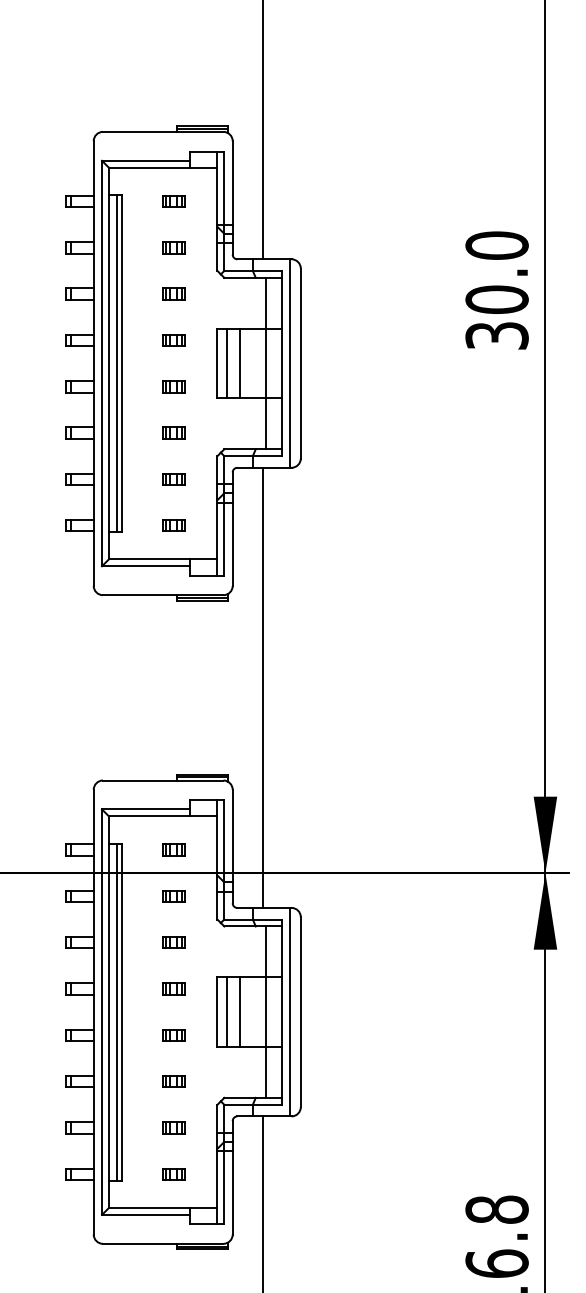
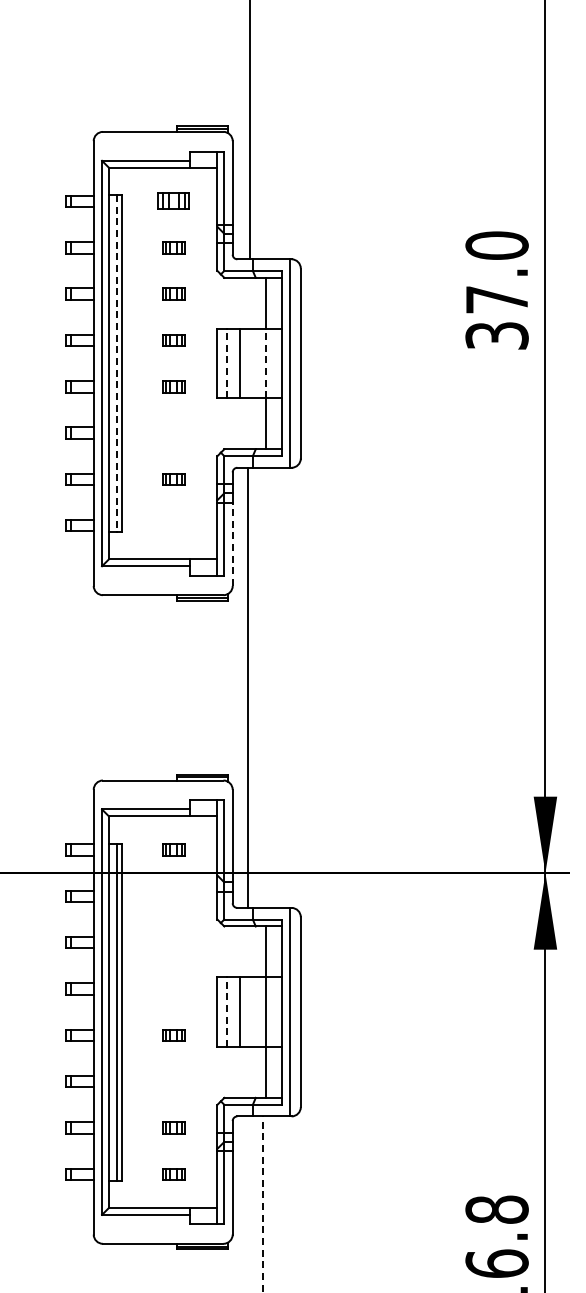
line at (263, 130) position: (263, 130) -> (250, 130)
part at (173, 201) size: 24x13 px -> 33x18 px
text at (496, 299): 30.0 -> 37.0
line at (226, 363): solid -> dashed
line at (266, 363): solid -> dashed
line at (116, 364): solid -> dashed
part at (173, 432): present -> none
part at (173, 525): present -> none
line at (232, 544): solid -> dashed
line at (263, 687) position: (263, 687) -> (248, 687)
part at (173, 896): present -> none
part at (173, 942): present -> none
part at (173, 988): present -> none
line at (226, 1012): solid -> dashed
part at (173, 1081): present -> none
line at (263, 1204): solid -> dashed
